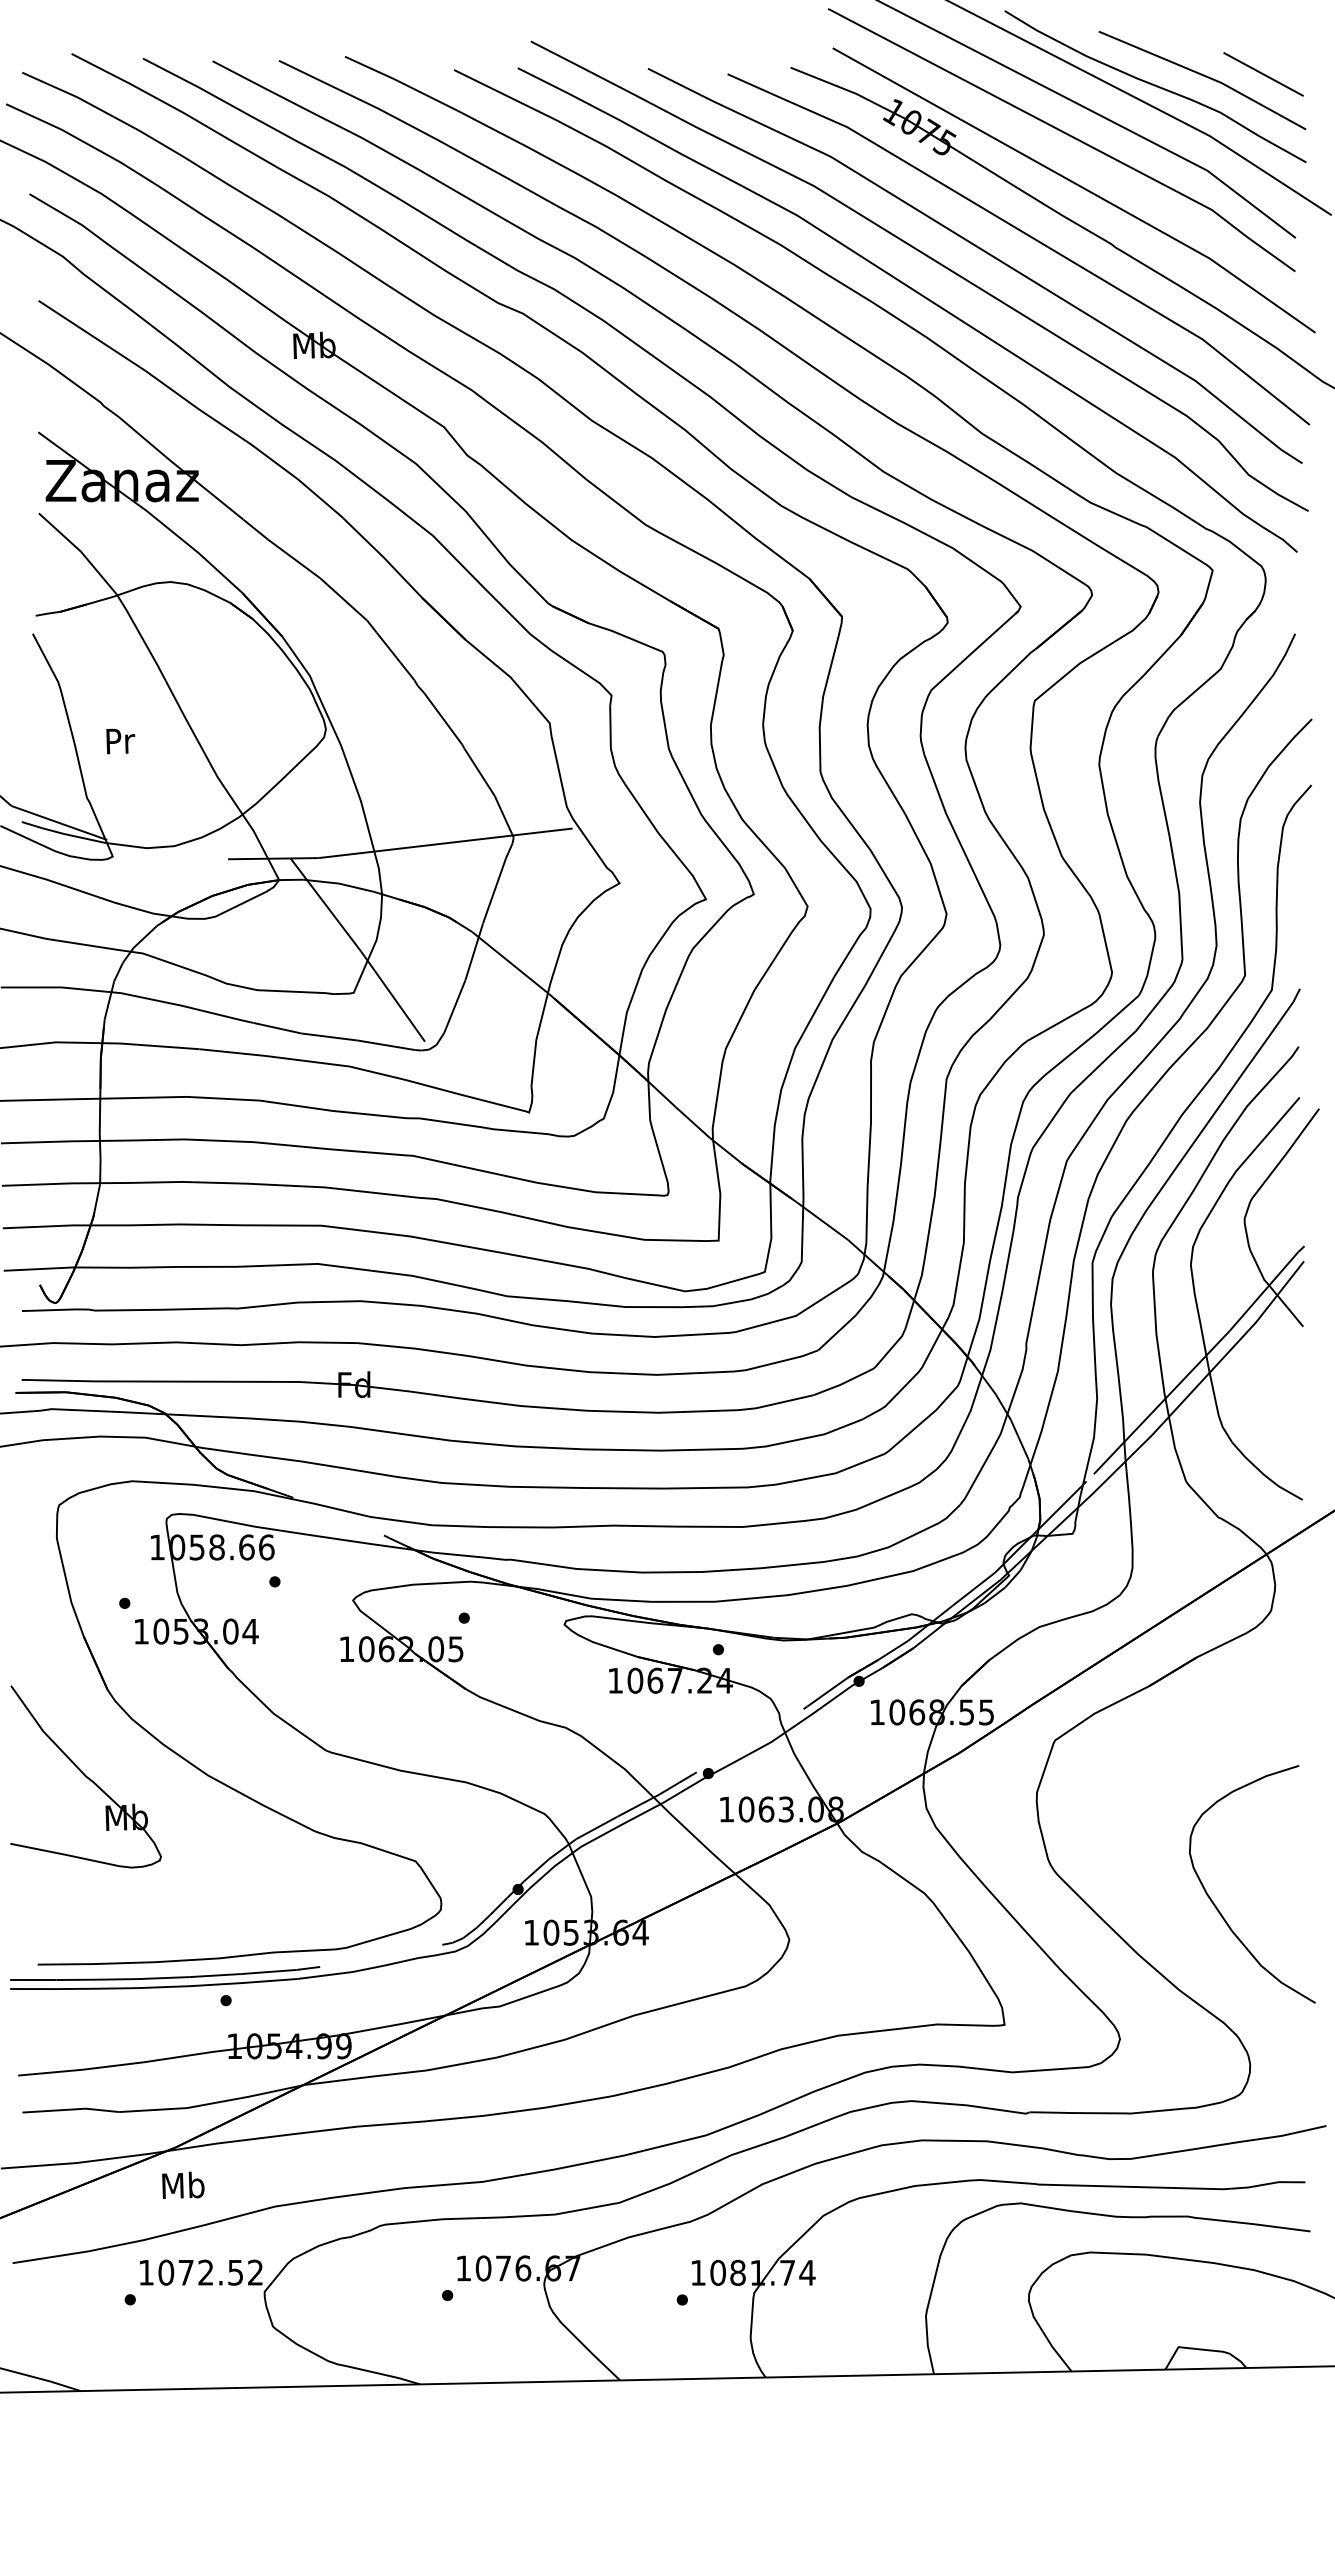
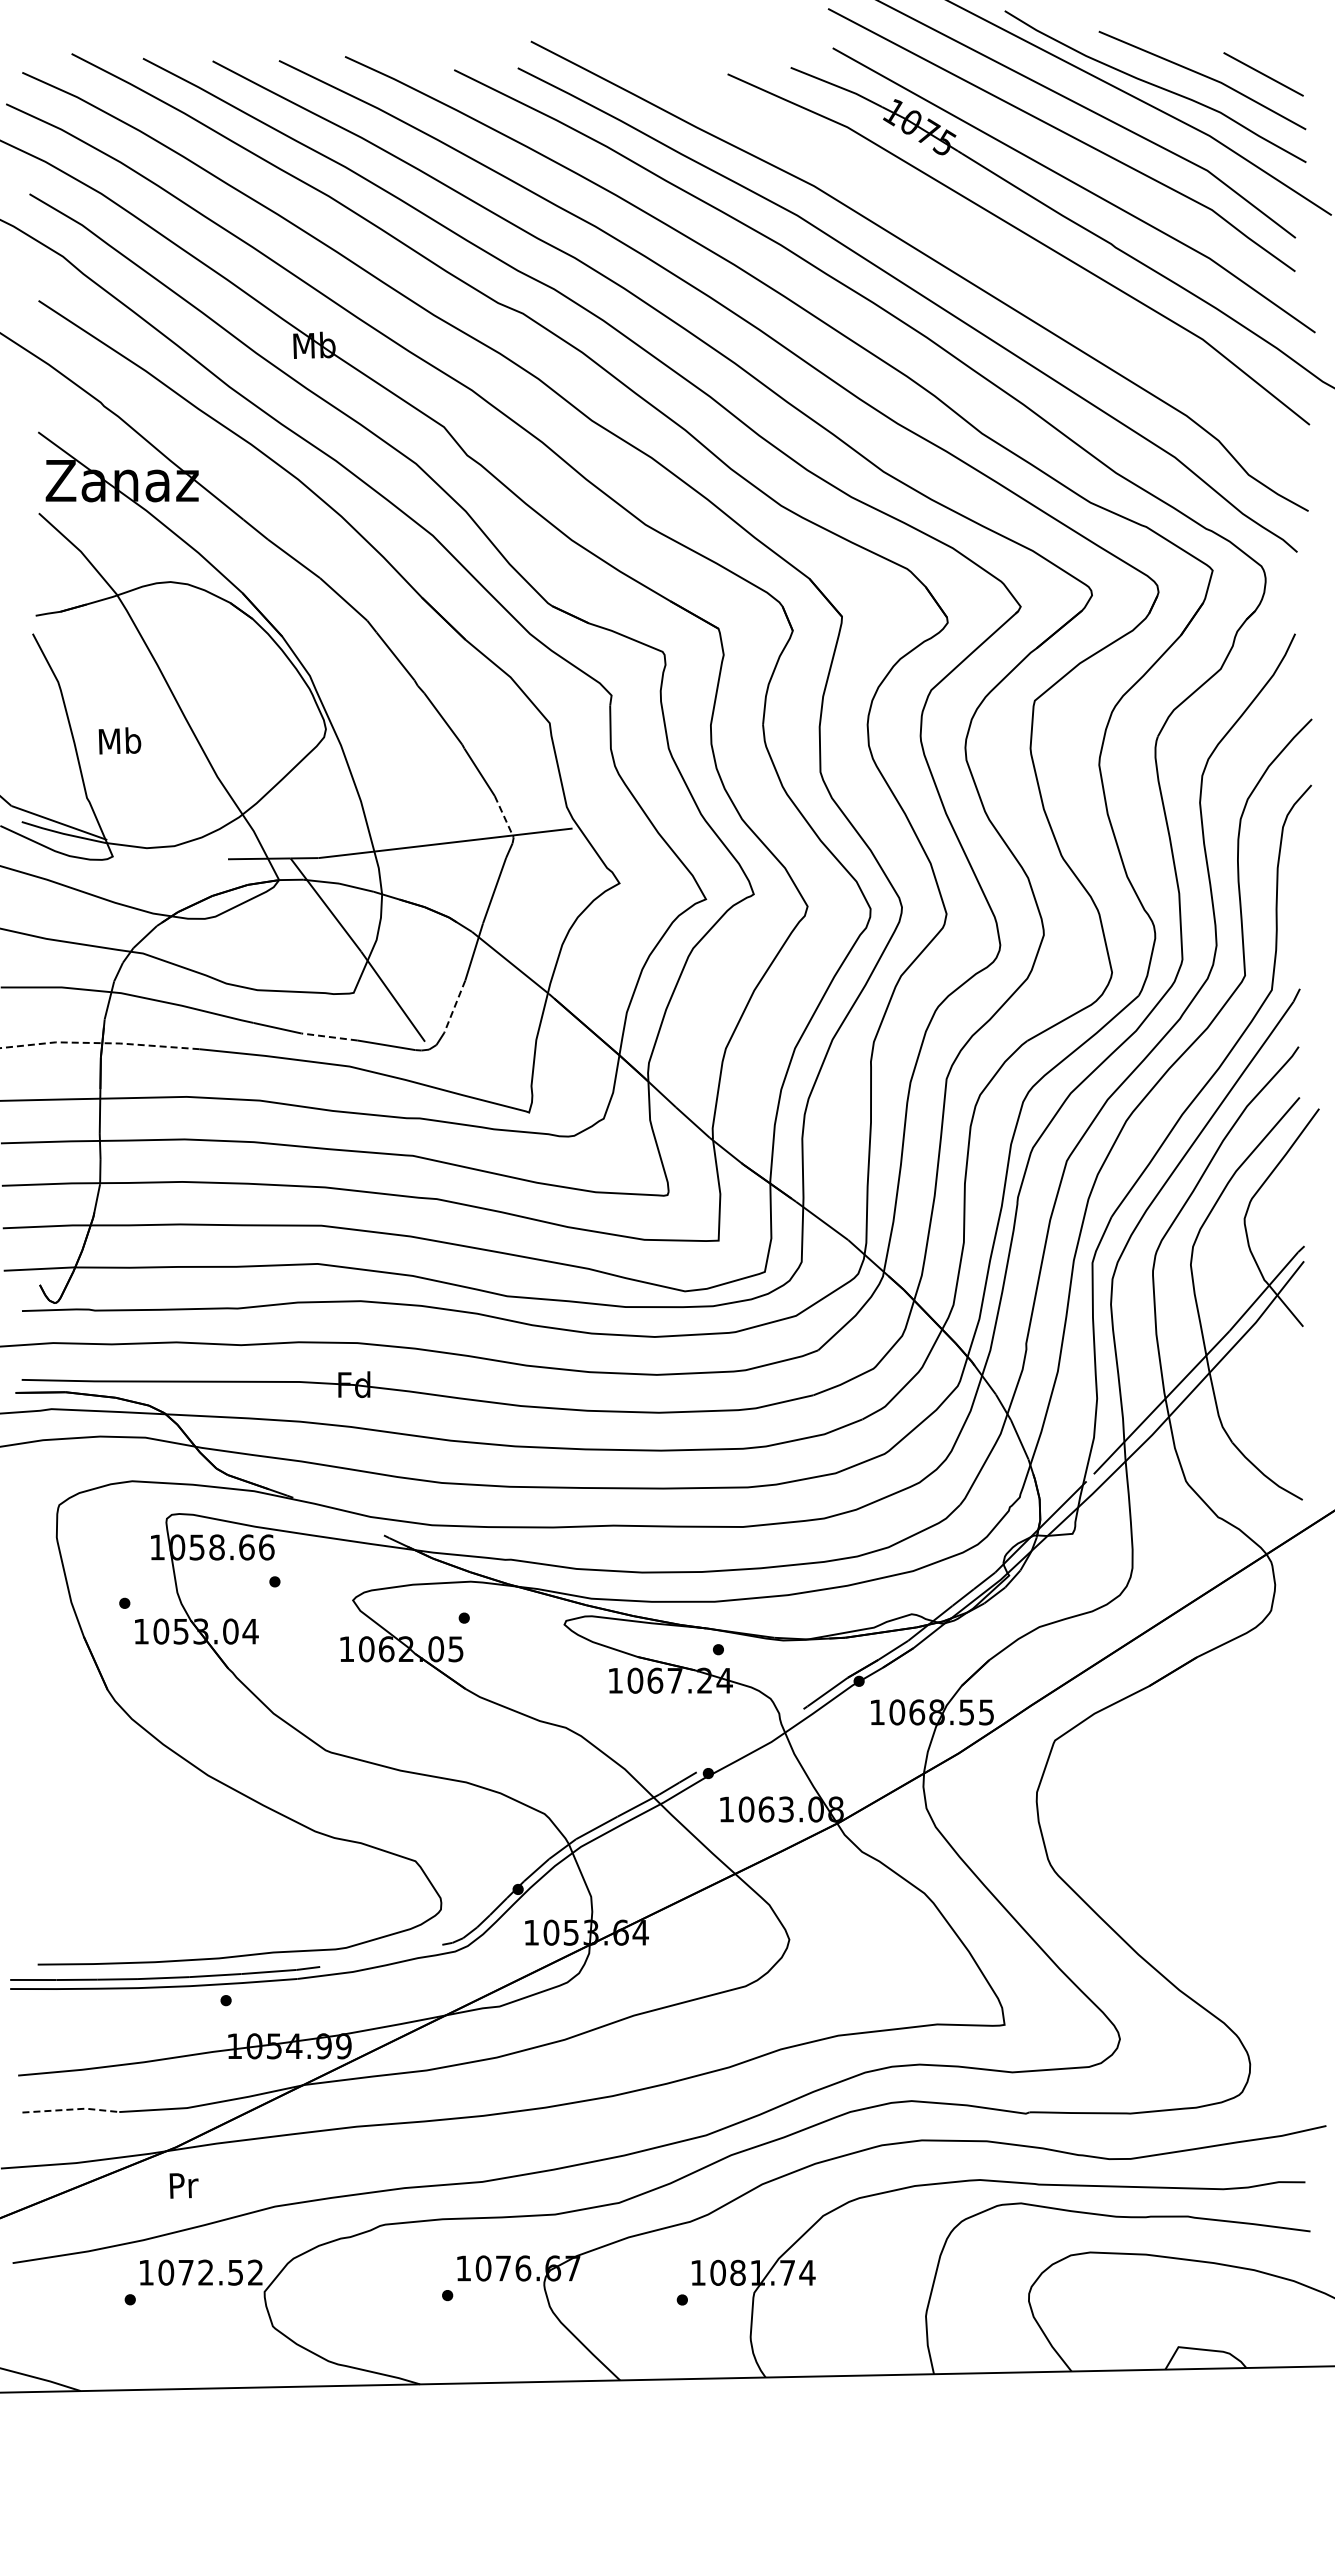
curve at (982, 251): present -> none
text at (119, 740): Pr -> Mb
line at (504, 816): solid -> dashed
line at (454, 1007): solid -> dashed
line at (329, 1036): solid -> dashed
line at (99, 1043): solid -> dashed
part at (85, 1776): present -> none
curve at (1217, 1907): present -> none
line at (71, 2109): solid -> dashed
text at (183, 2184): Mb -> Pr
